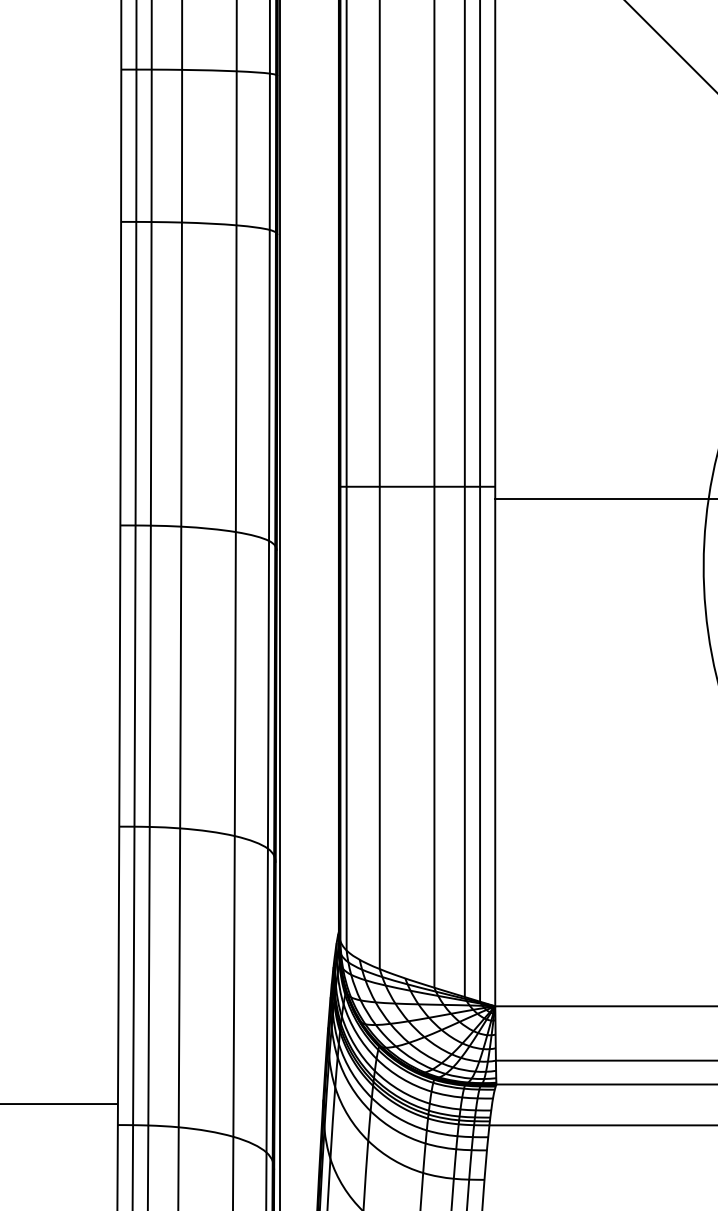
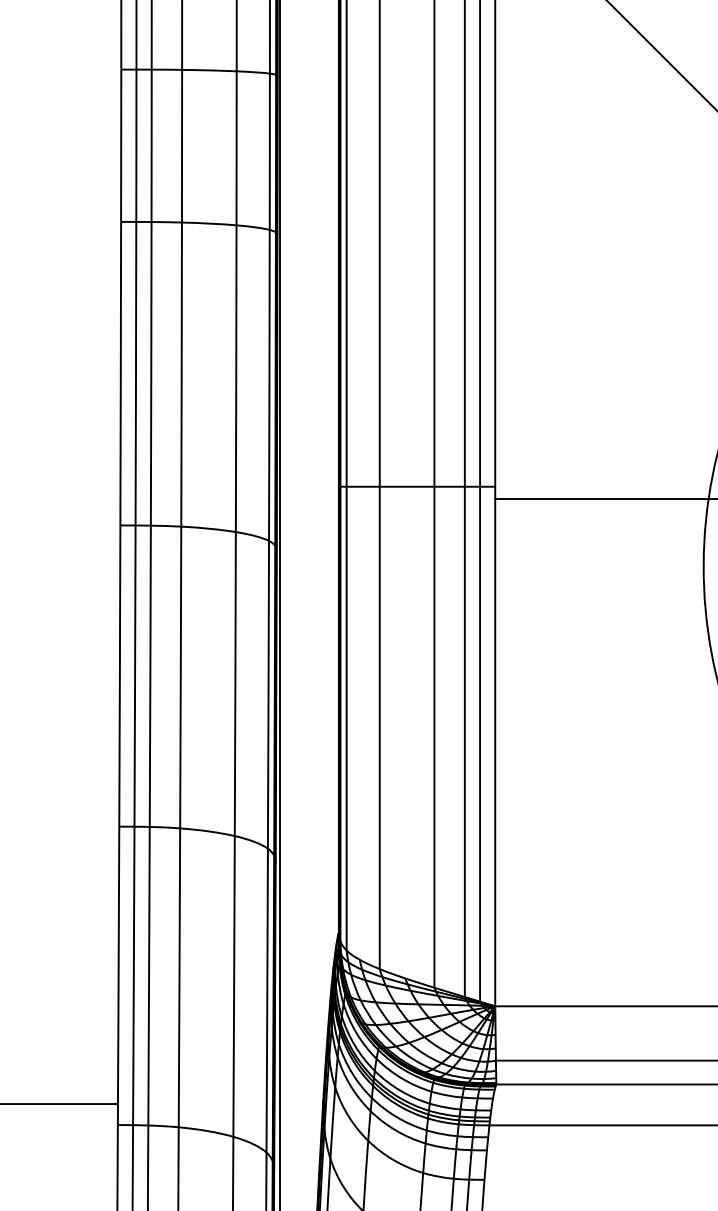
line at (670, 46) position: (670, 46) -> (661, 55)
